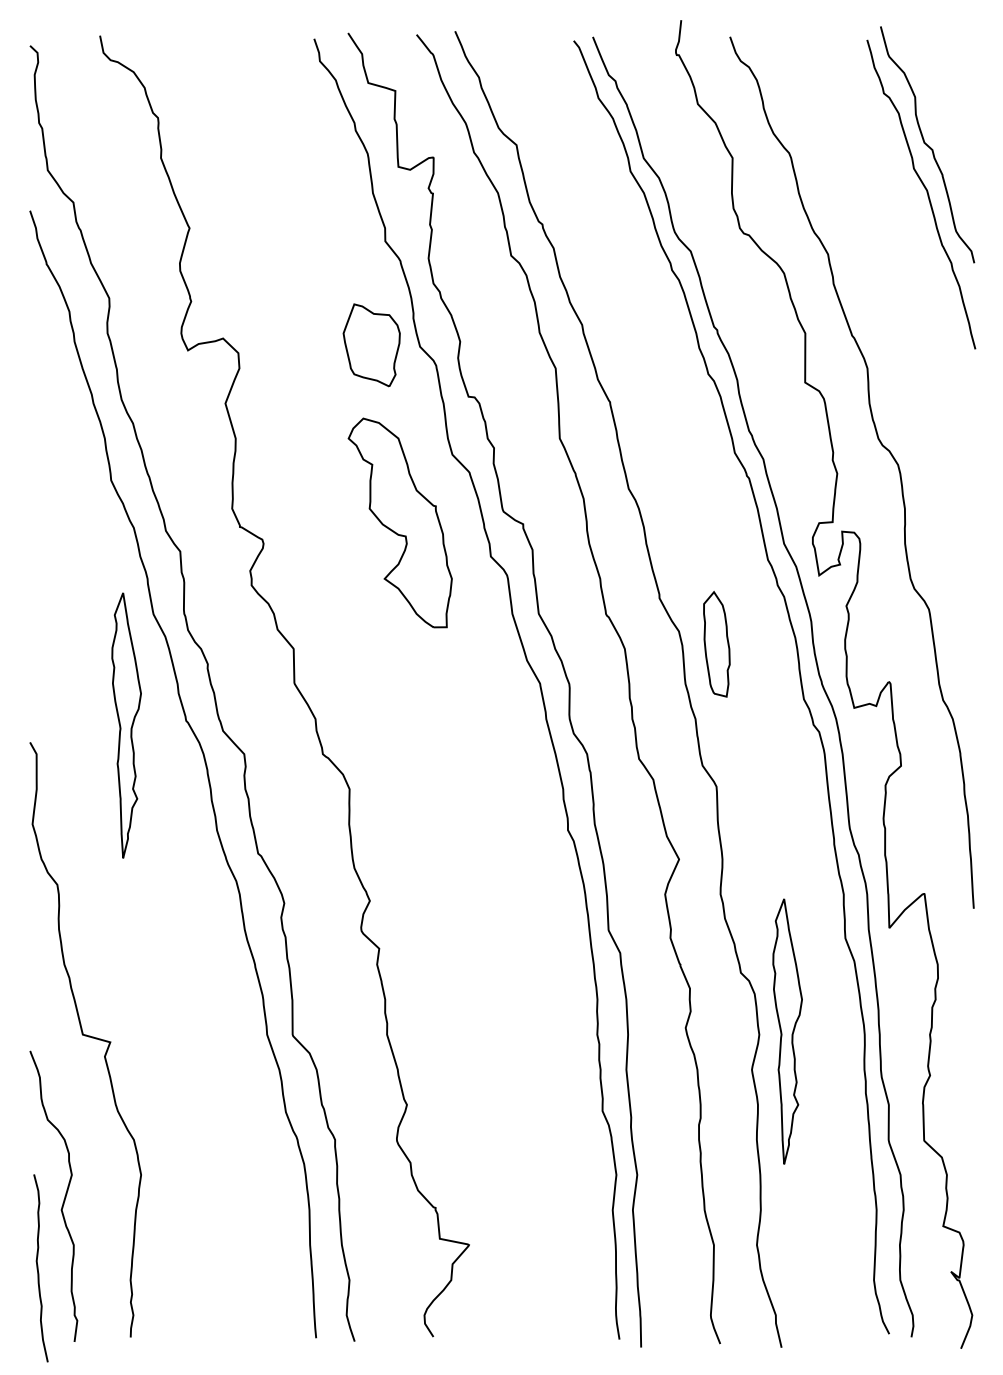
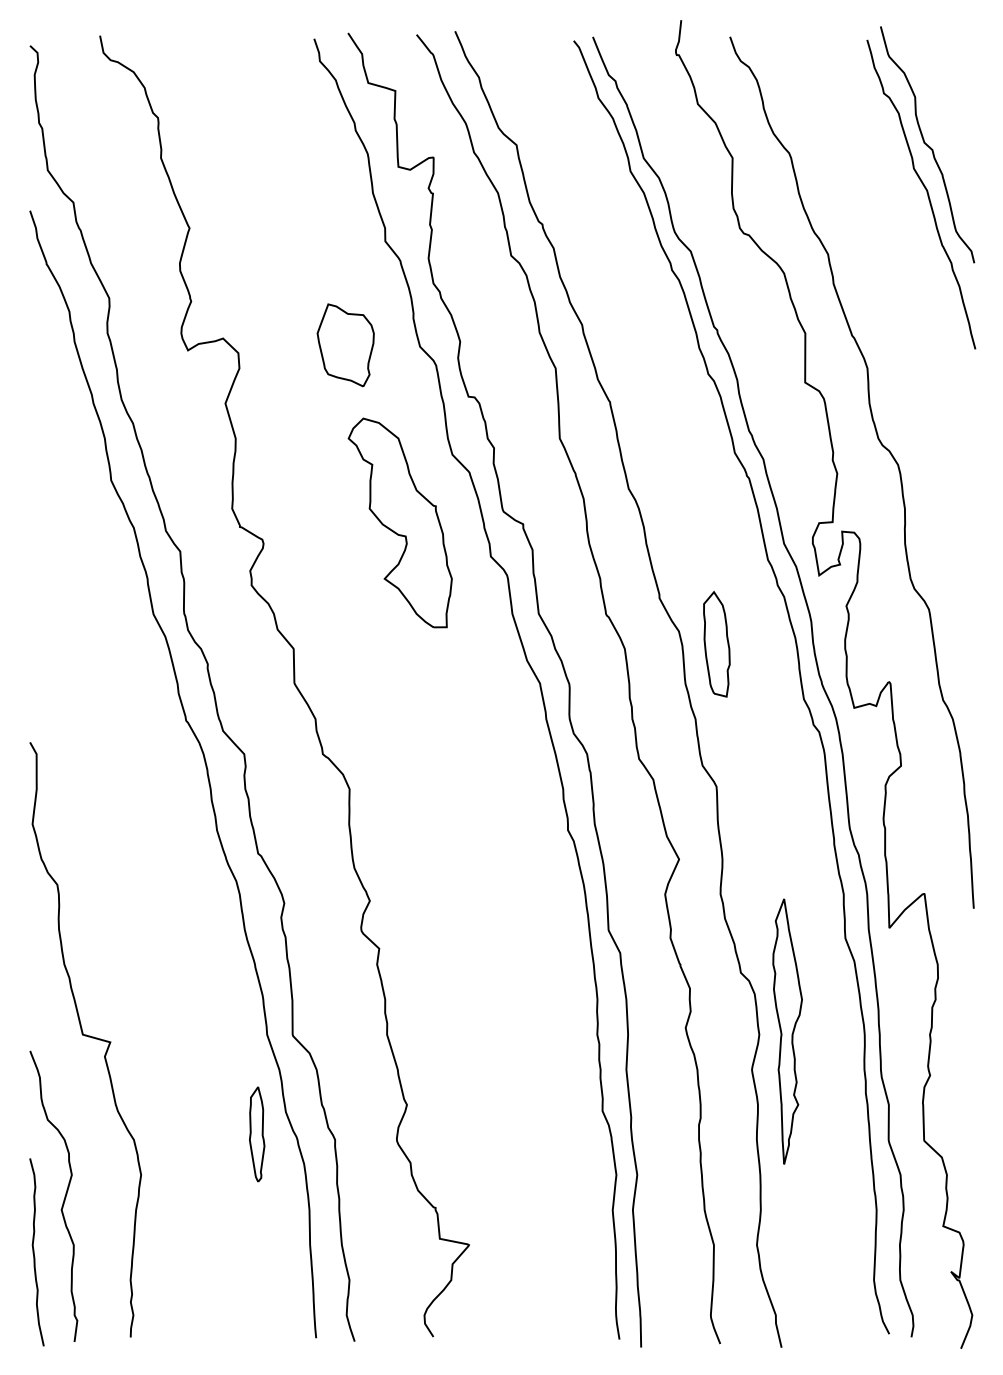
part at (371, 345) position: (371, 345) -> (345, 345)
part at (126, 725): present -> none
part at (257, 1134): none -> present
curve at (38, 1268) position: (38, 1268) -> (34, 1252)
